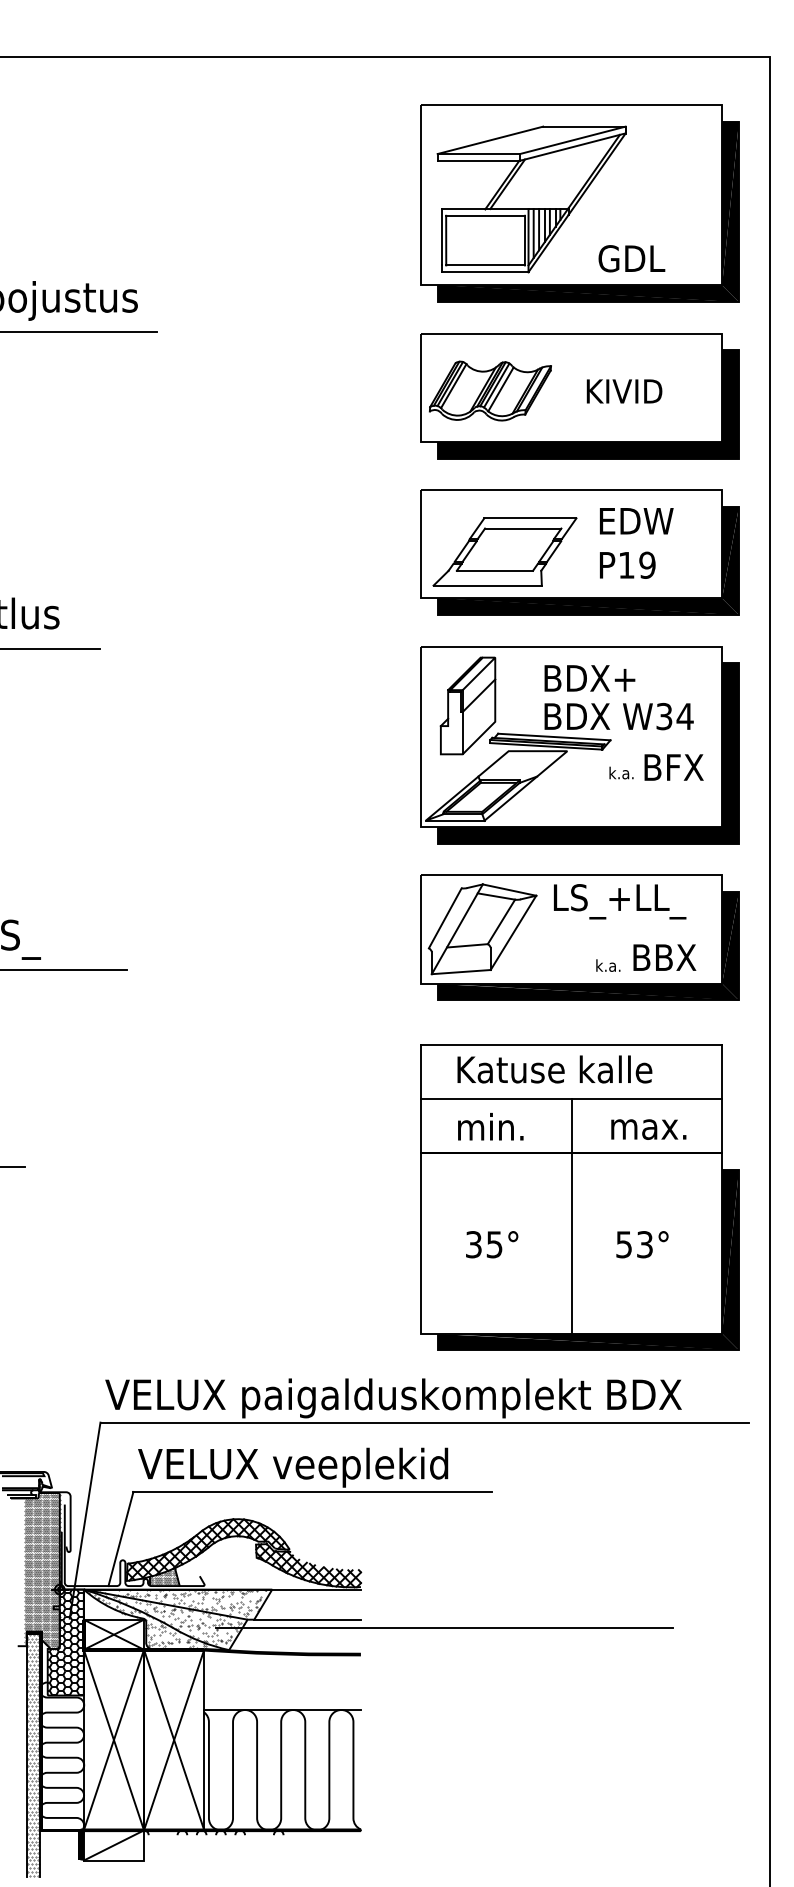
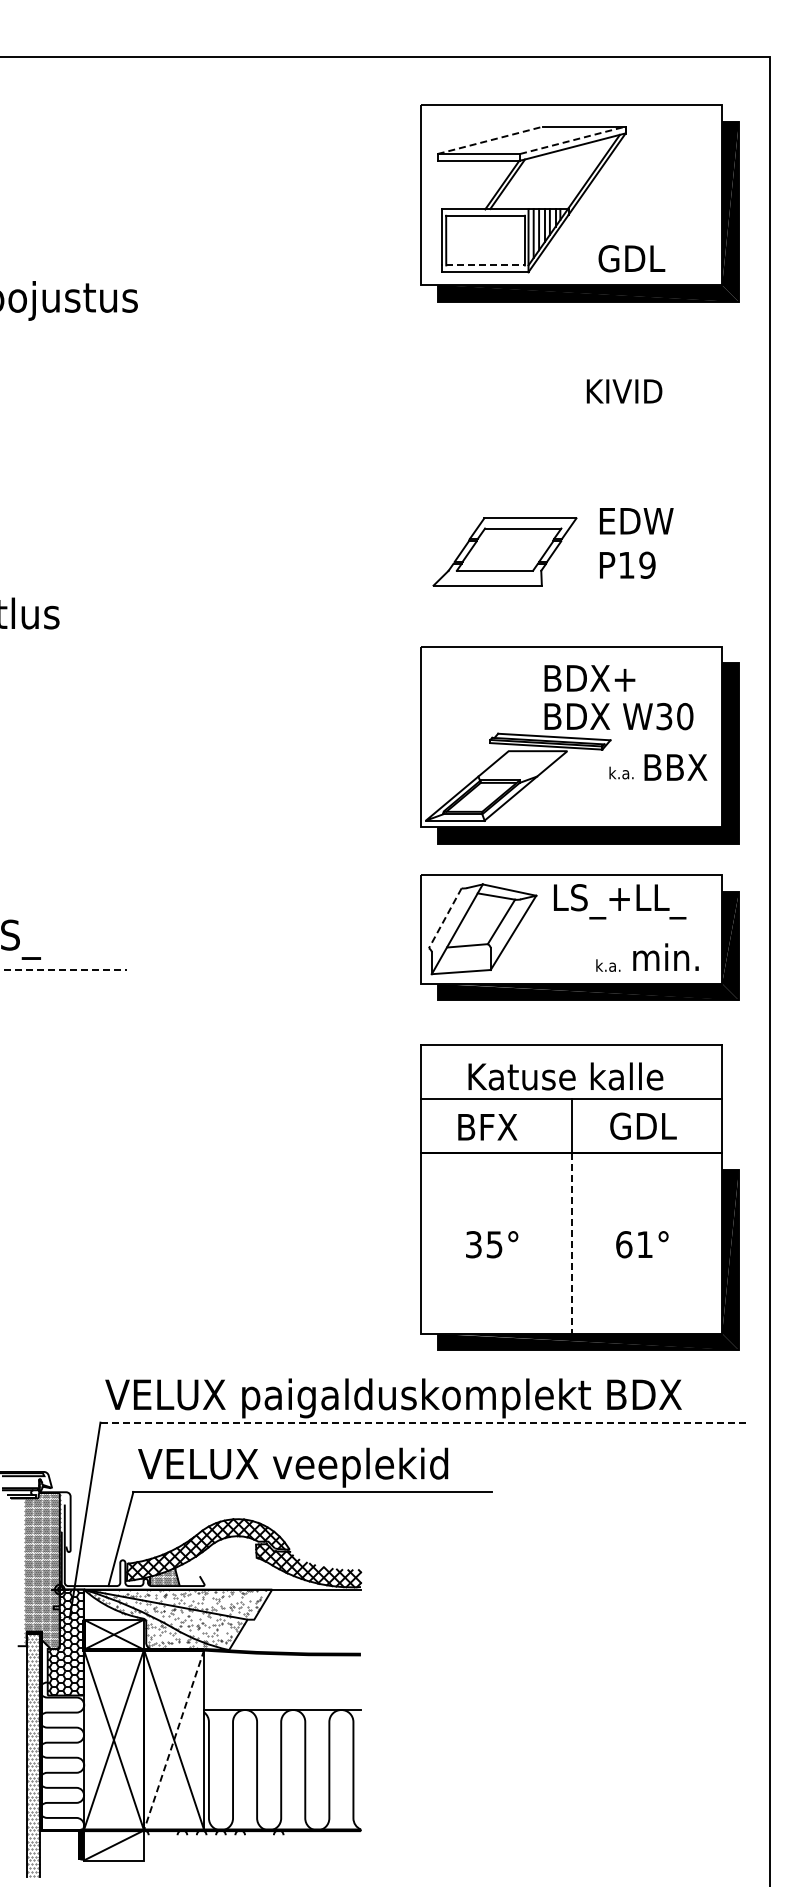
line at (490, 140): solid -> dashed
line at (573, 140): solid -> dashed
line at (486, 265): solid -> dashed
line at (79, 332): present -> none
part at (579, 396): present -> none
part at (579, 552): present -> none
line at (51, 649): present -> none
part at (467, 705): present -> none
text at (684, 716): W34 -> W30
text at (688, 767): BFX -> BBX
line at (445, 918): solid -> dashed
text at (665, 956): BBX -> min.
line at (64, 970): solid -> dashed
text at (554, 1069) position: (554, 1069) -> (565, 1076)
text at (648, 1125): max. -> GDL
text at (490, 1126): min. -> BFX
line at (13, 1167): present -> none
line at (571, 1243): solid -> dashed
text at (634, 1244): 53° -> 61°
line at (424, 1422): solid -> dashed
line at (307, 1619): present -> none
line at (444, 1628): present -> none
line at (173, 1740): solid -> dashed
